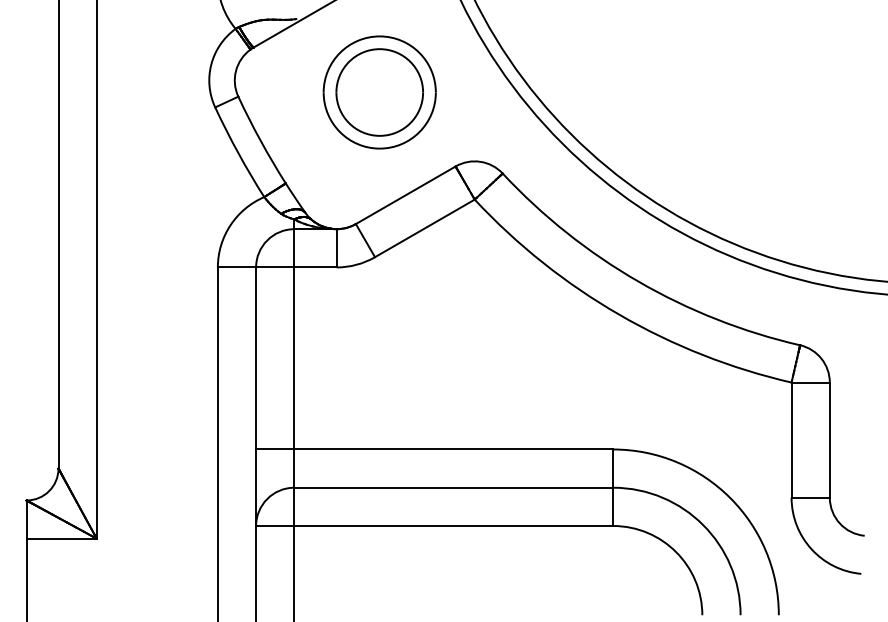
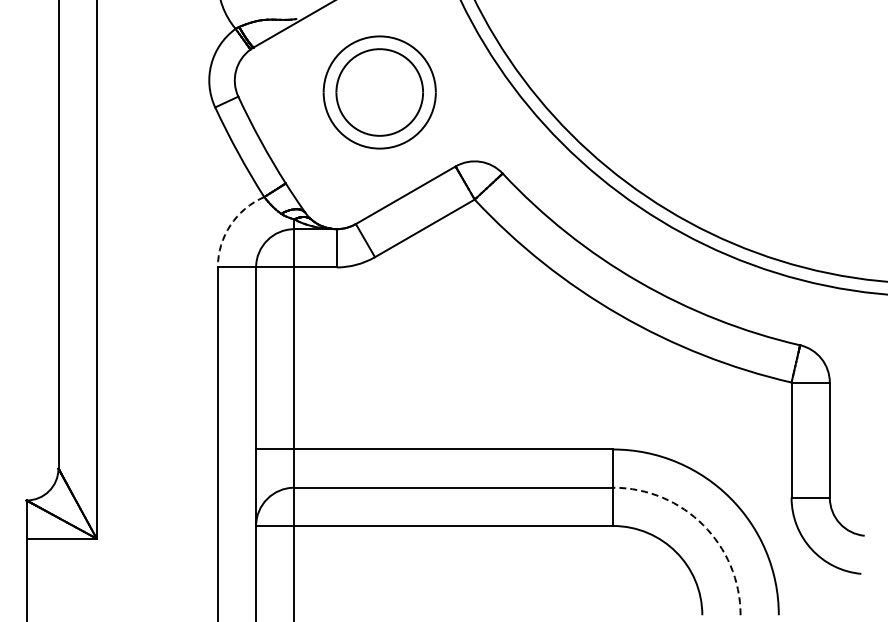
arc at (230, 225): solid -> dashed
arc at (703, 525): solid -> dashed
